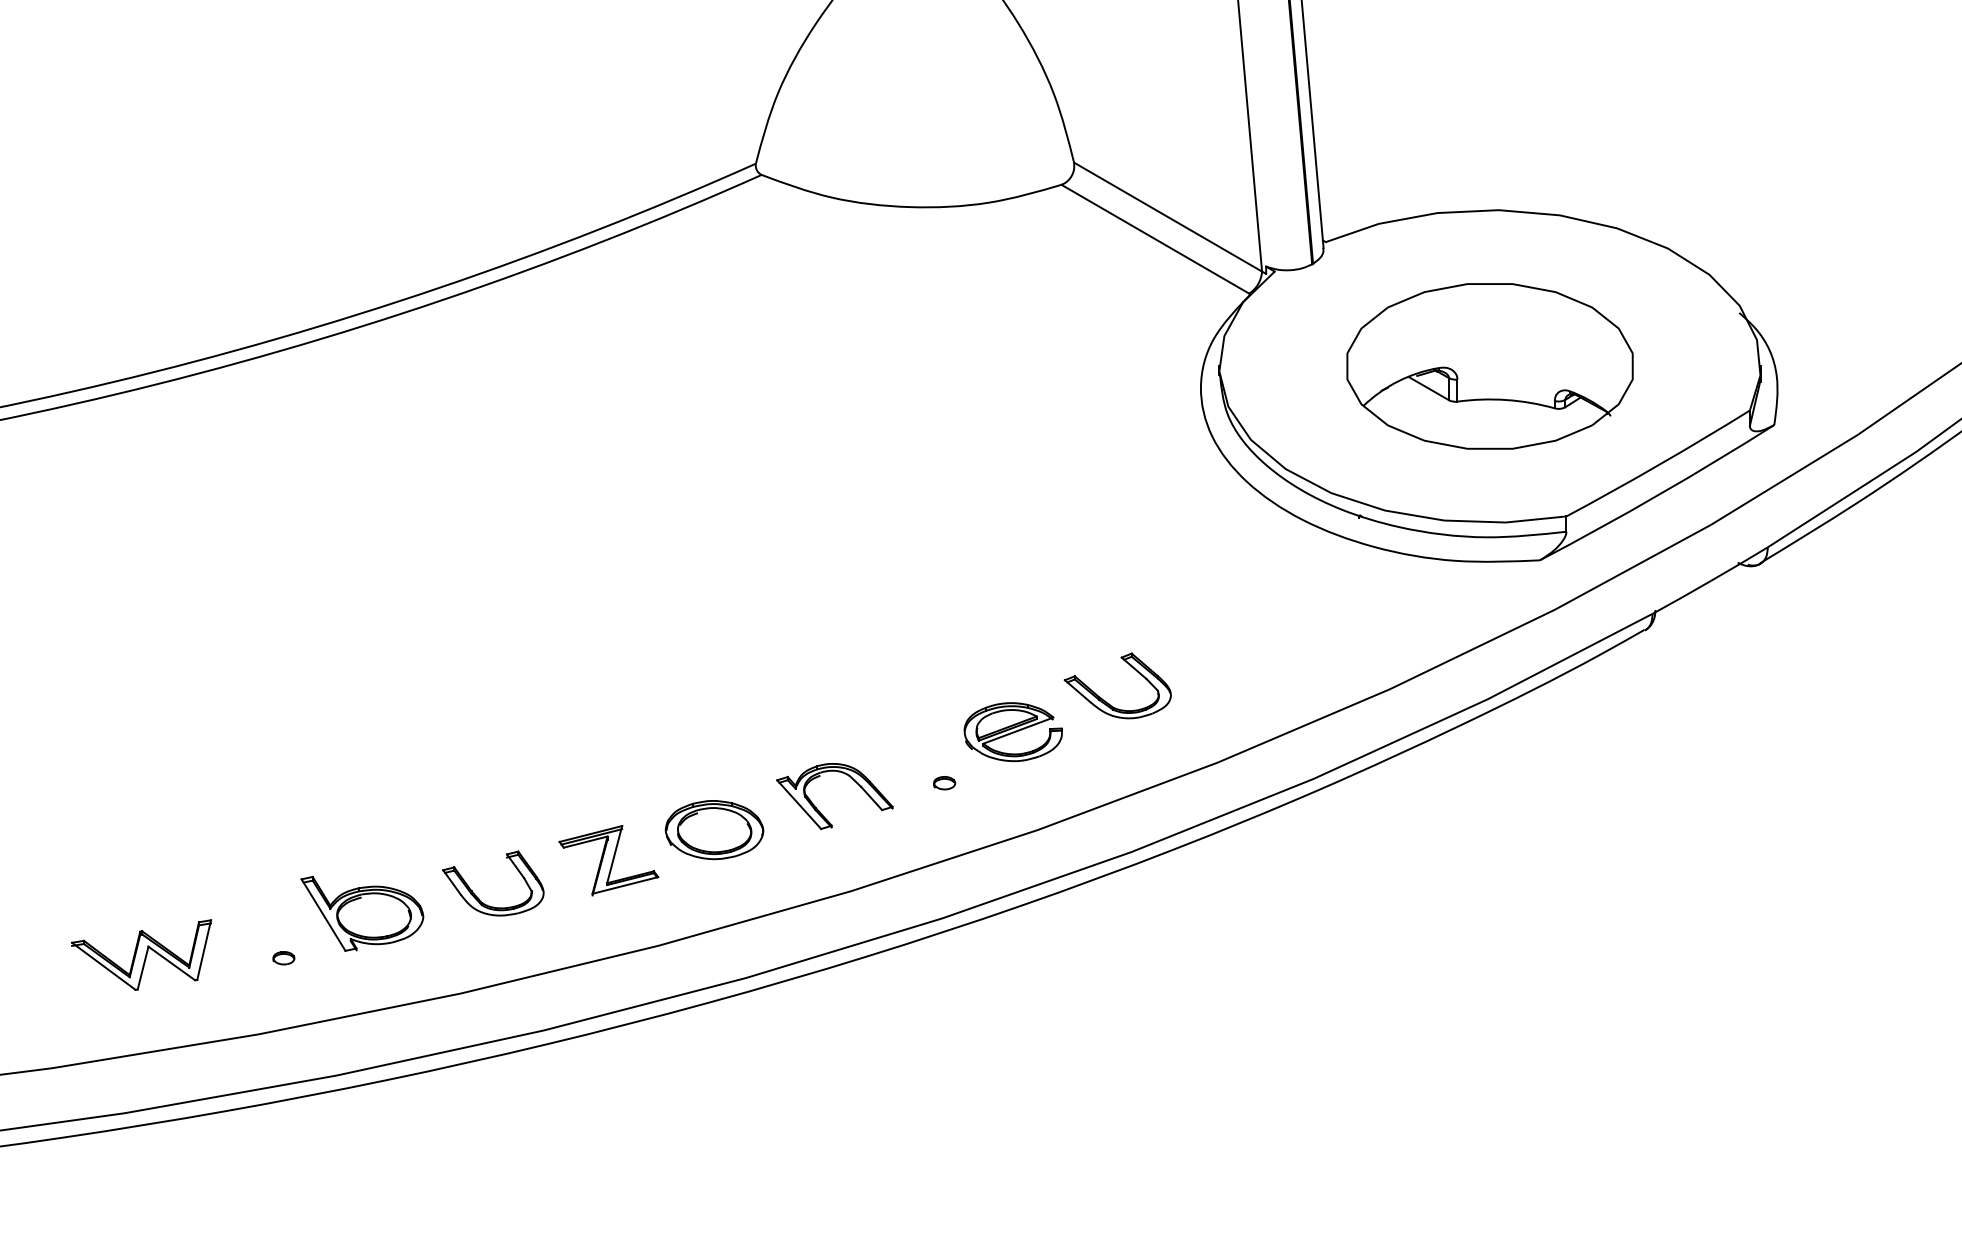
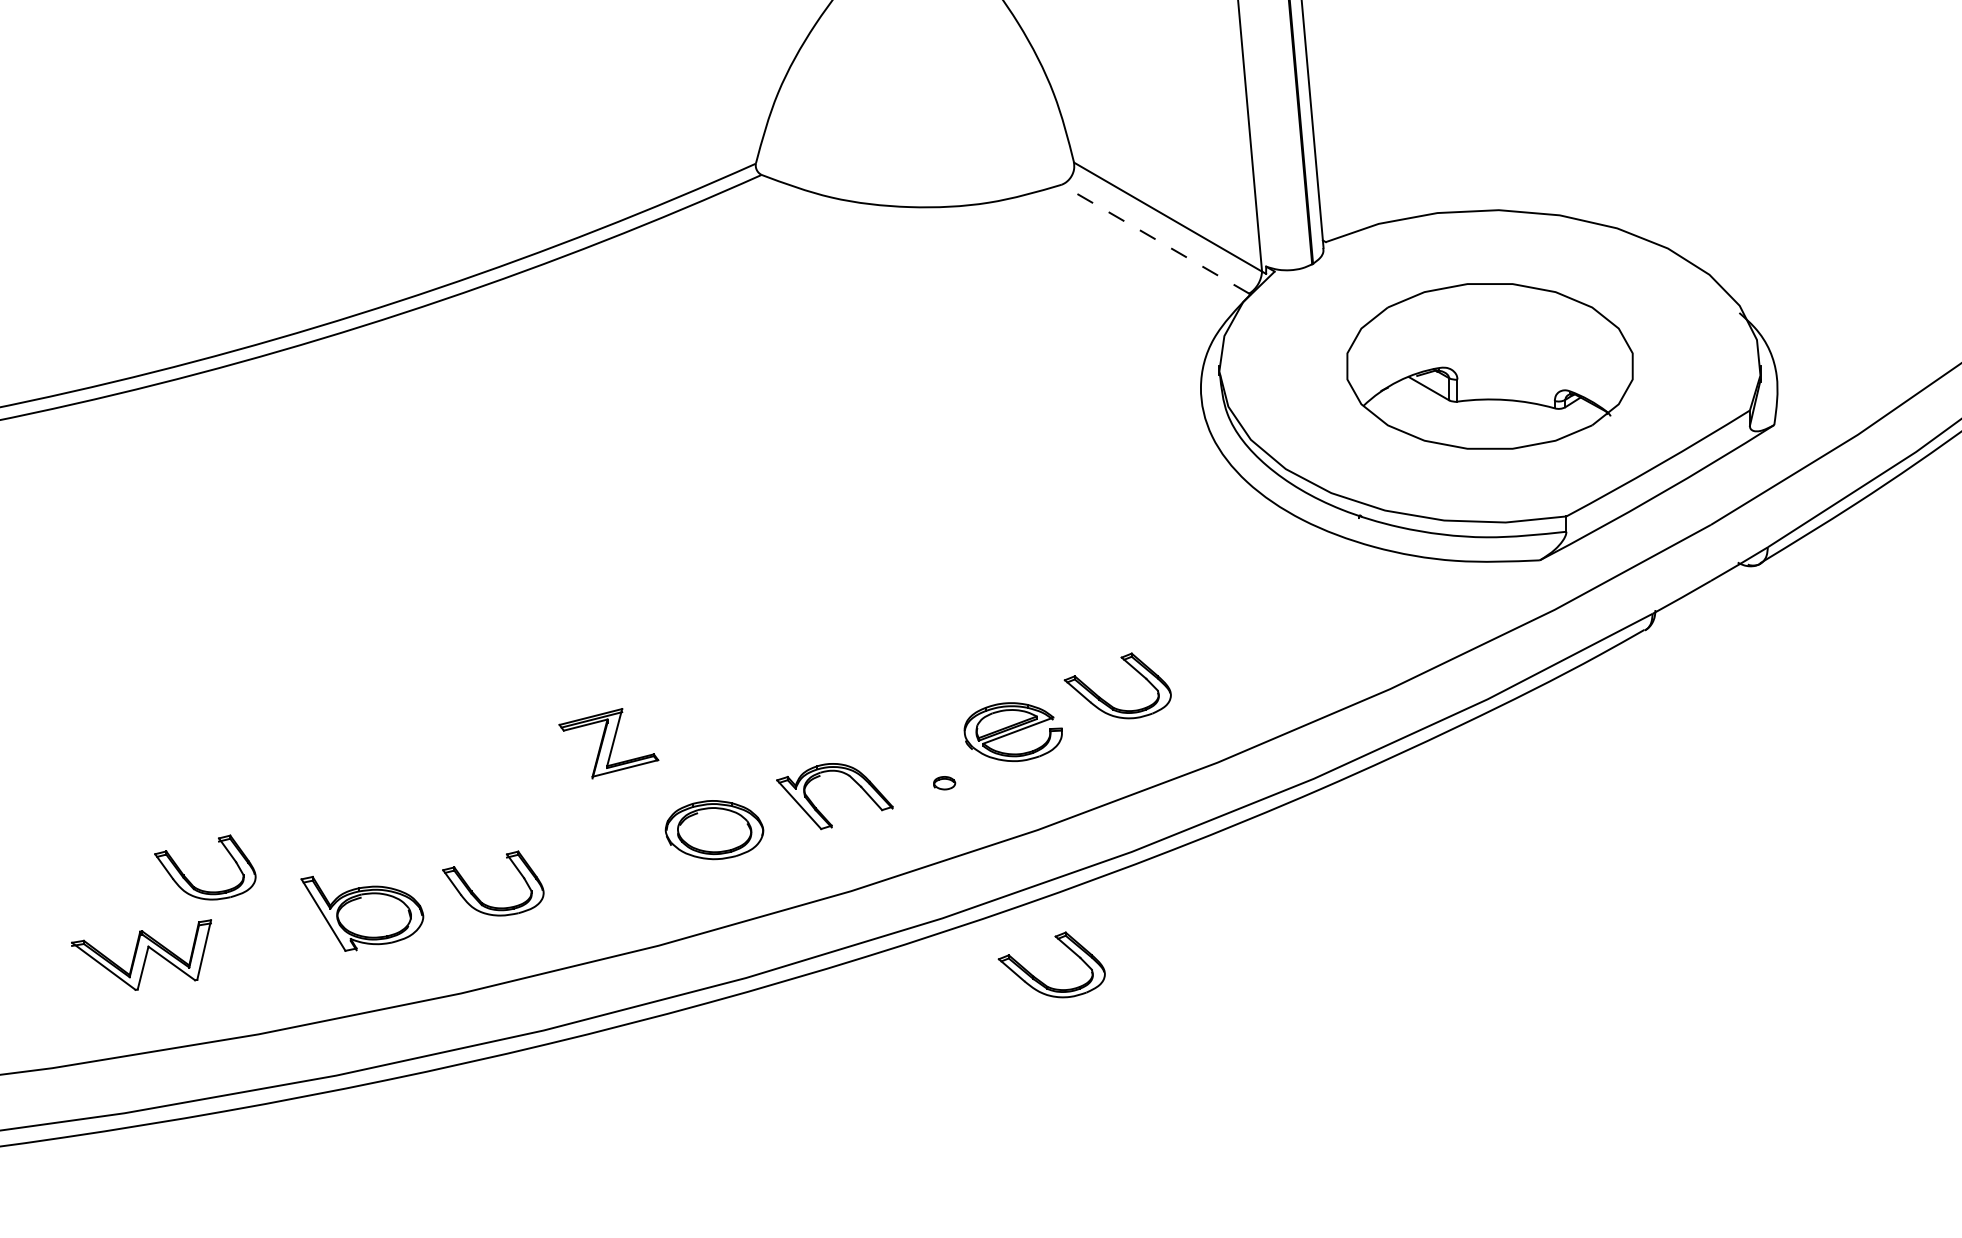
line at (1155, 239): solid -> dashed
part at (608, 860) position: (608, 860) -> (608, 743)
part at (190, 881): none -> present
part at (283, 958): present -> none
part at (1039, 979): none -> present
